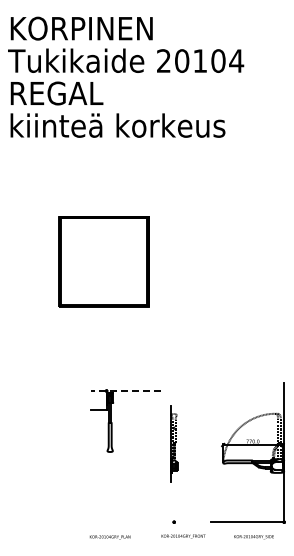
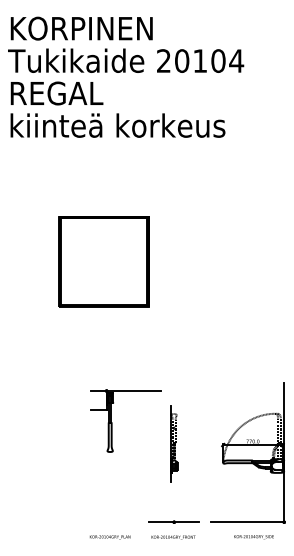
line at (125, 391): dashed -> solid
line at (174, 522): none -> present
text at (183, 536) position: (183, 536) -> (173, 537)
